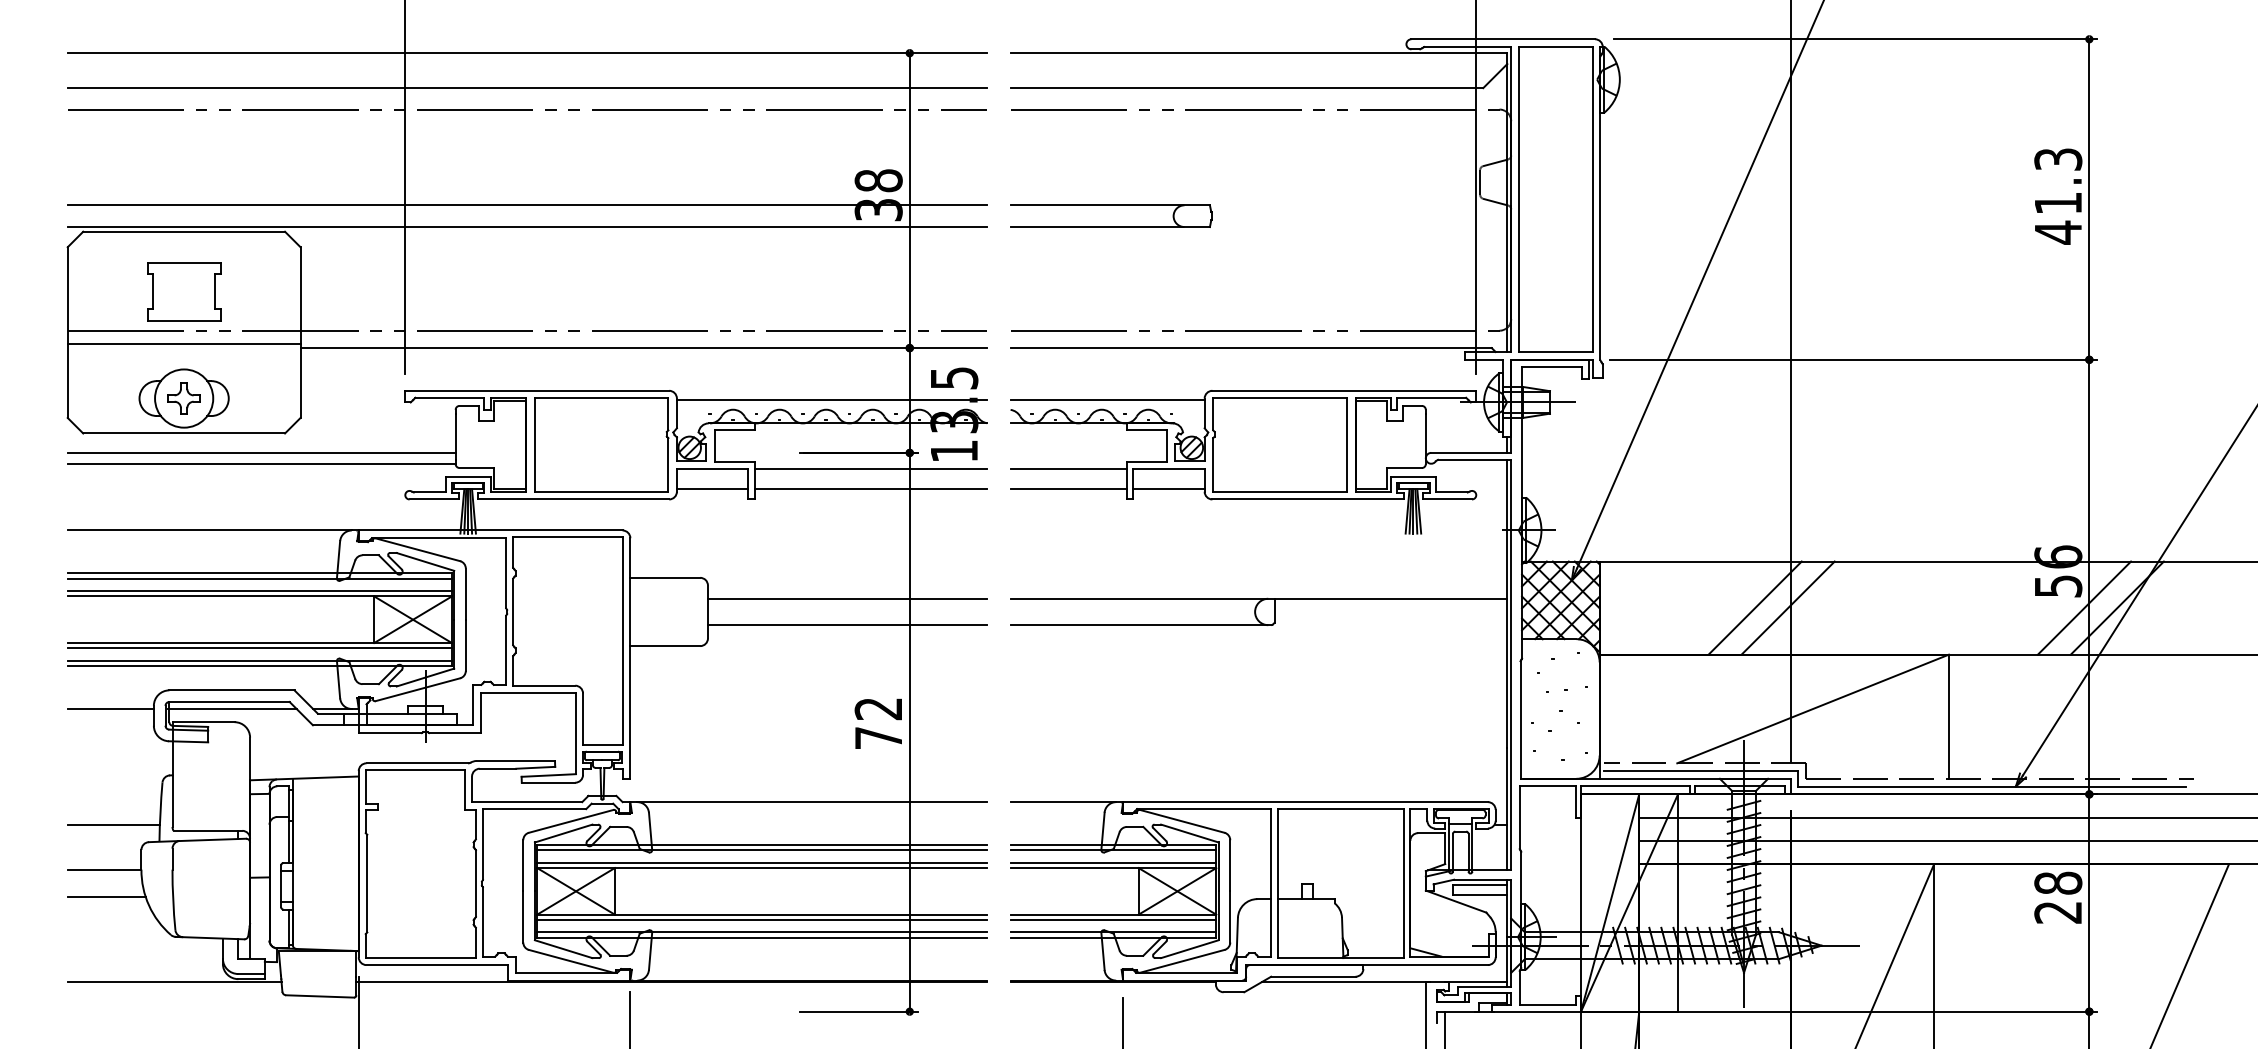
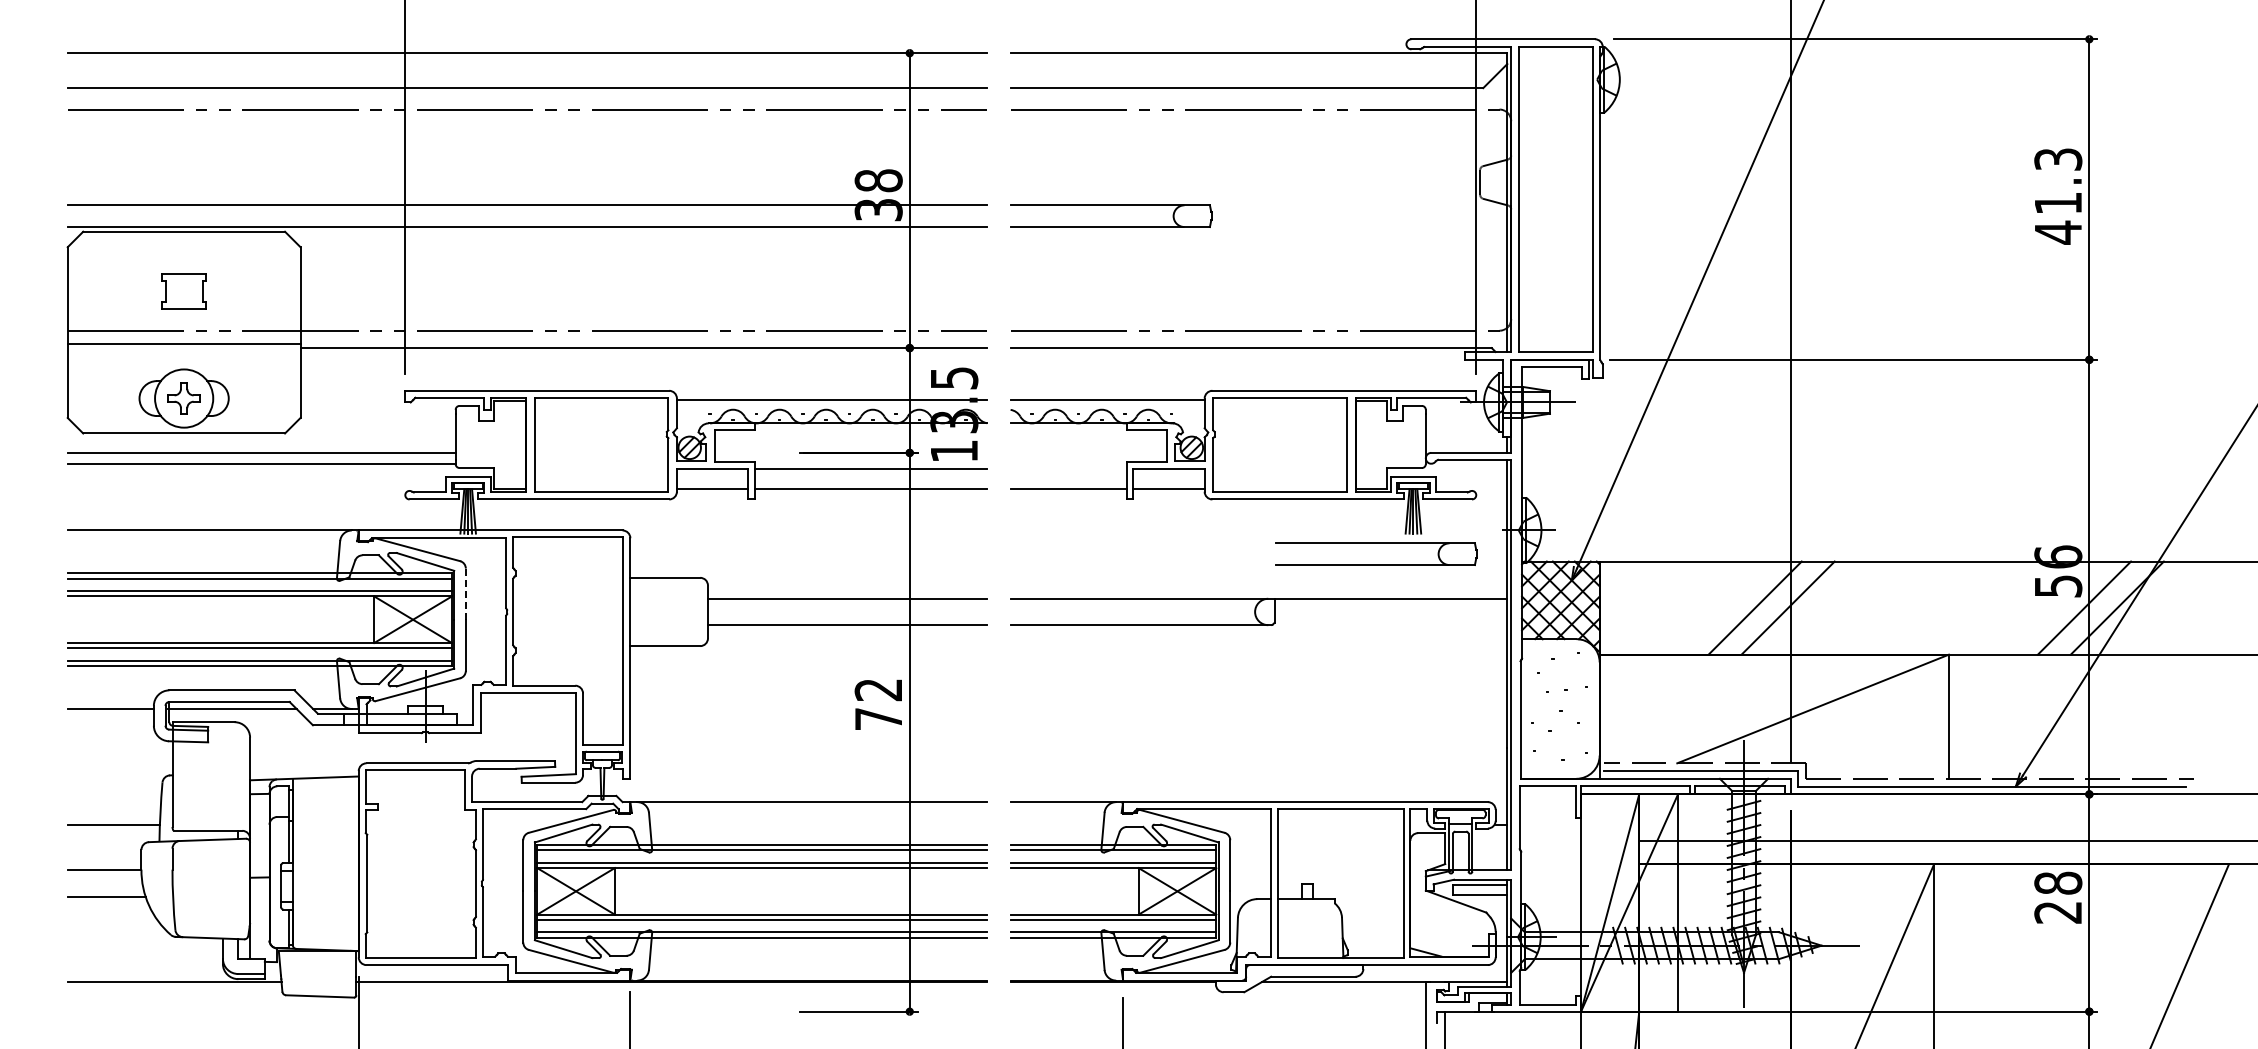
part at (184, 291) size: 75x60 px -> 46x37 px
line at (1068, 469): present -> none
part at (1376, 543): none -> present
line at (465, 594): solid -> dashed
text at (877, 723) position: (877, 723) -> (877, 704)
line at (1946, 817): present -> none
